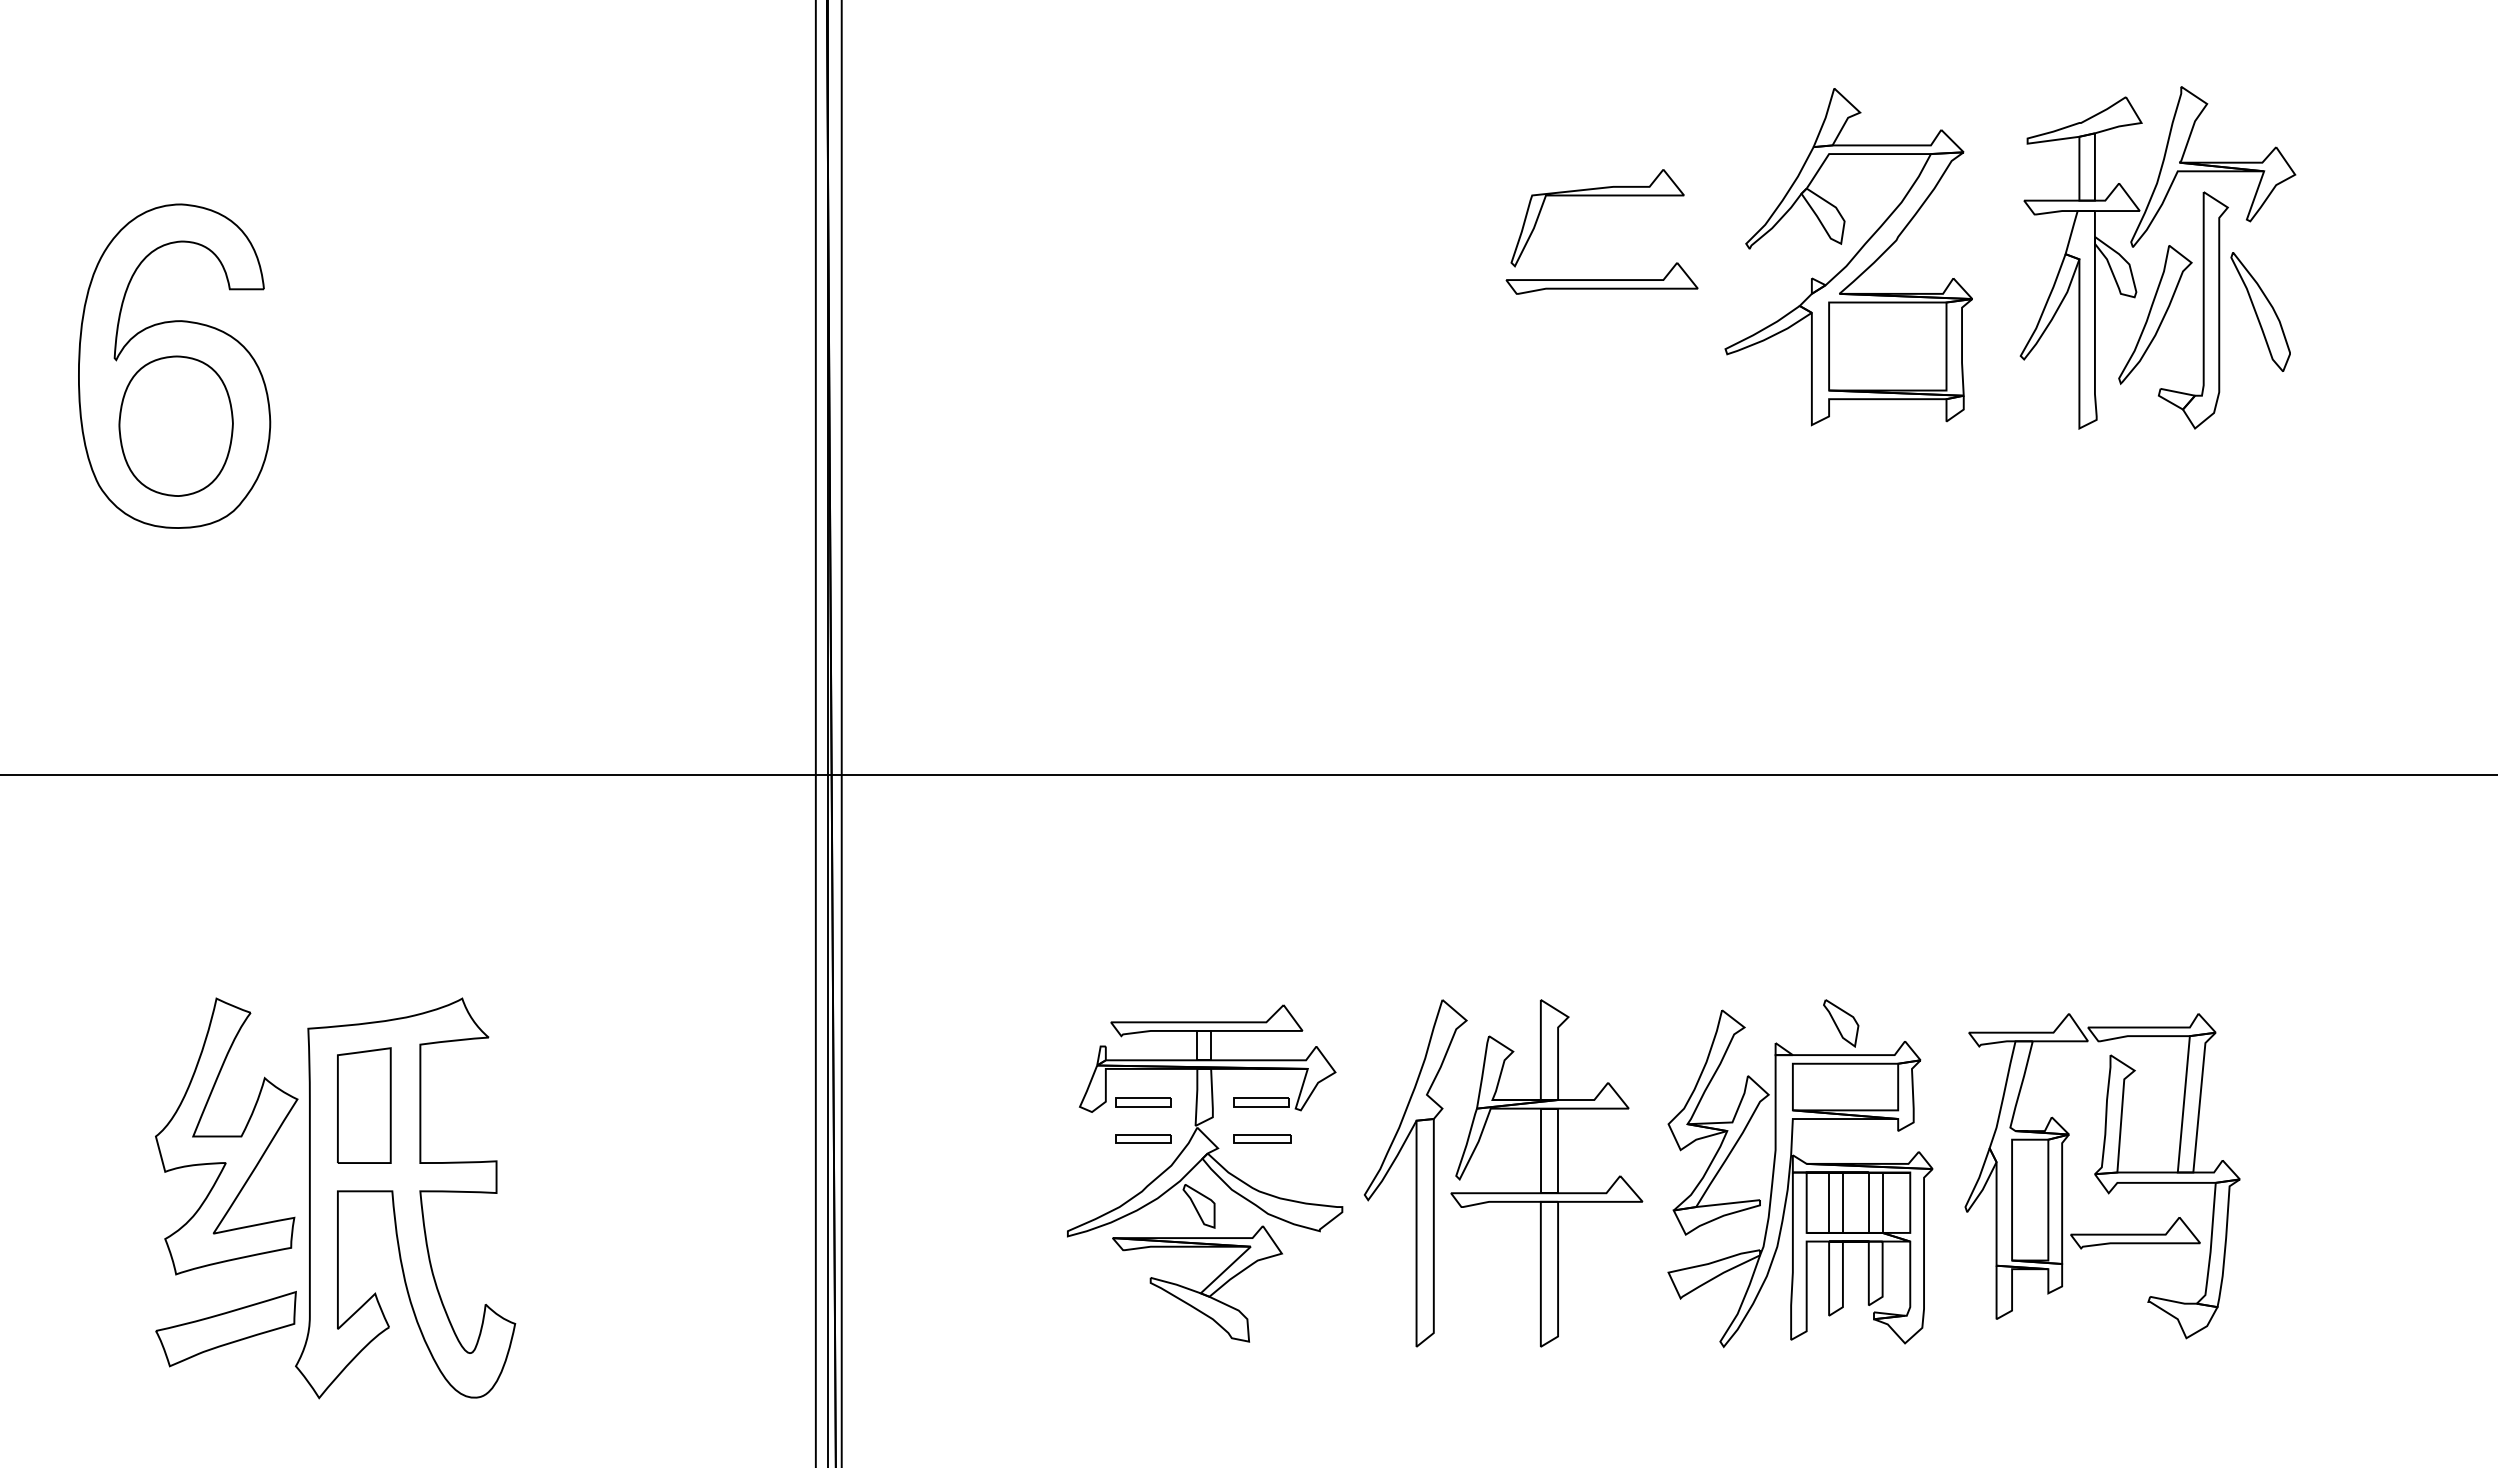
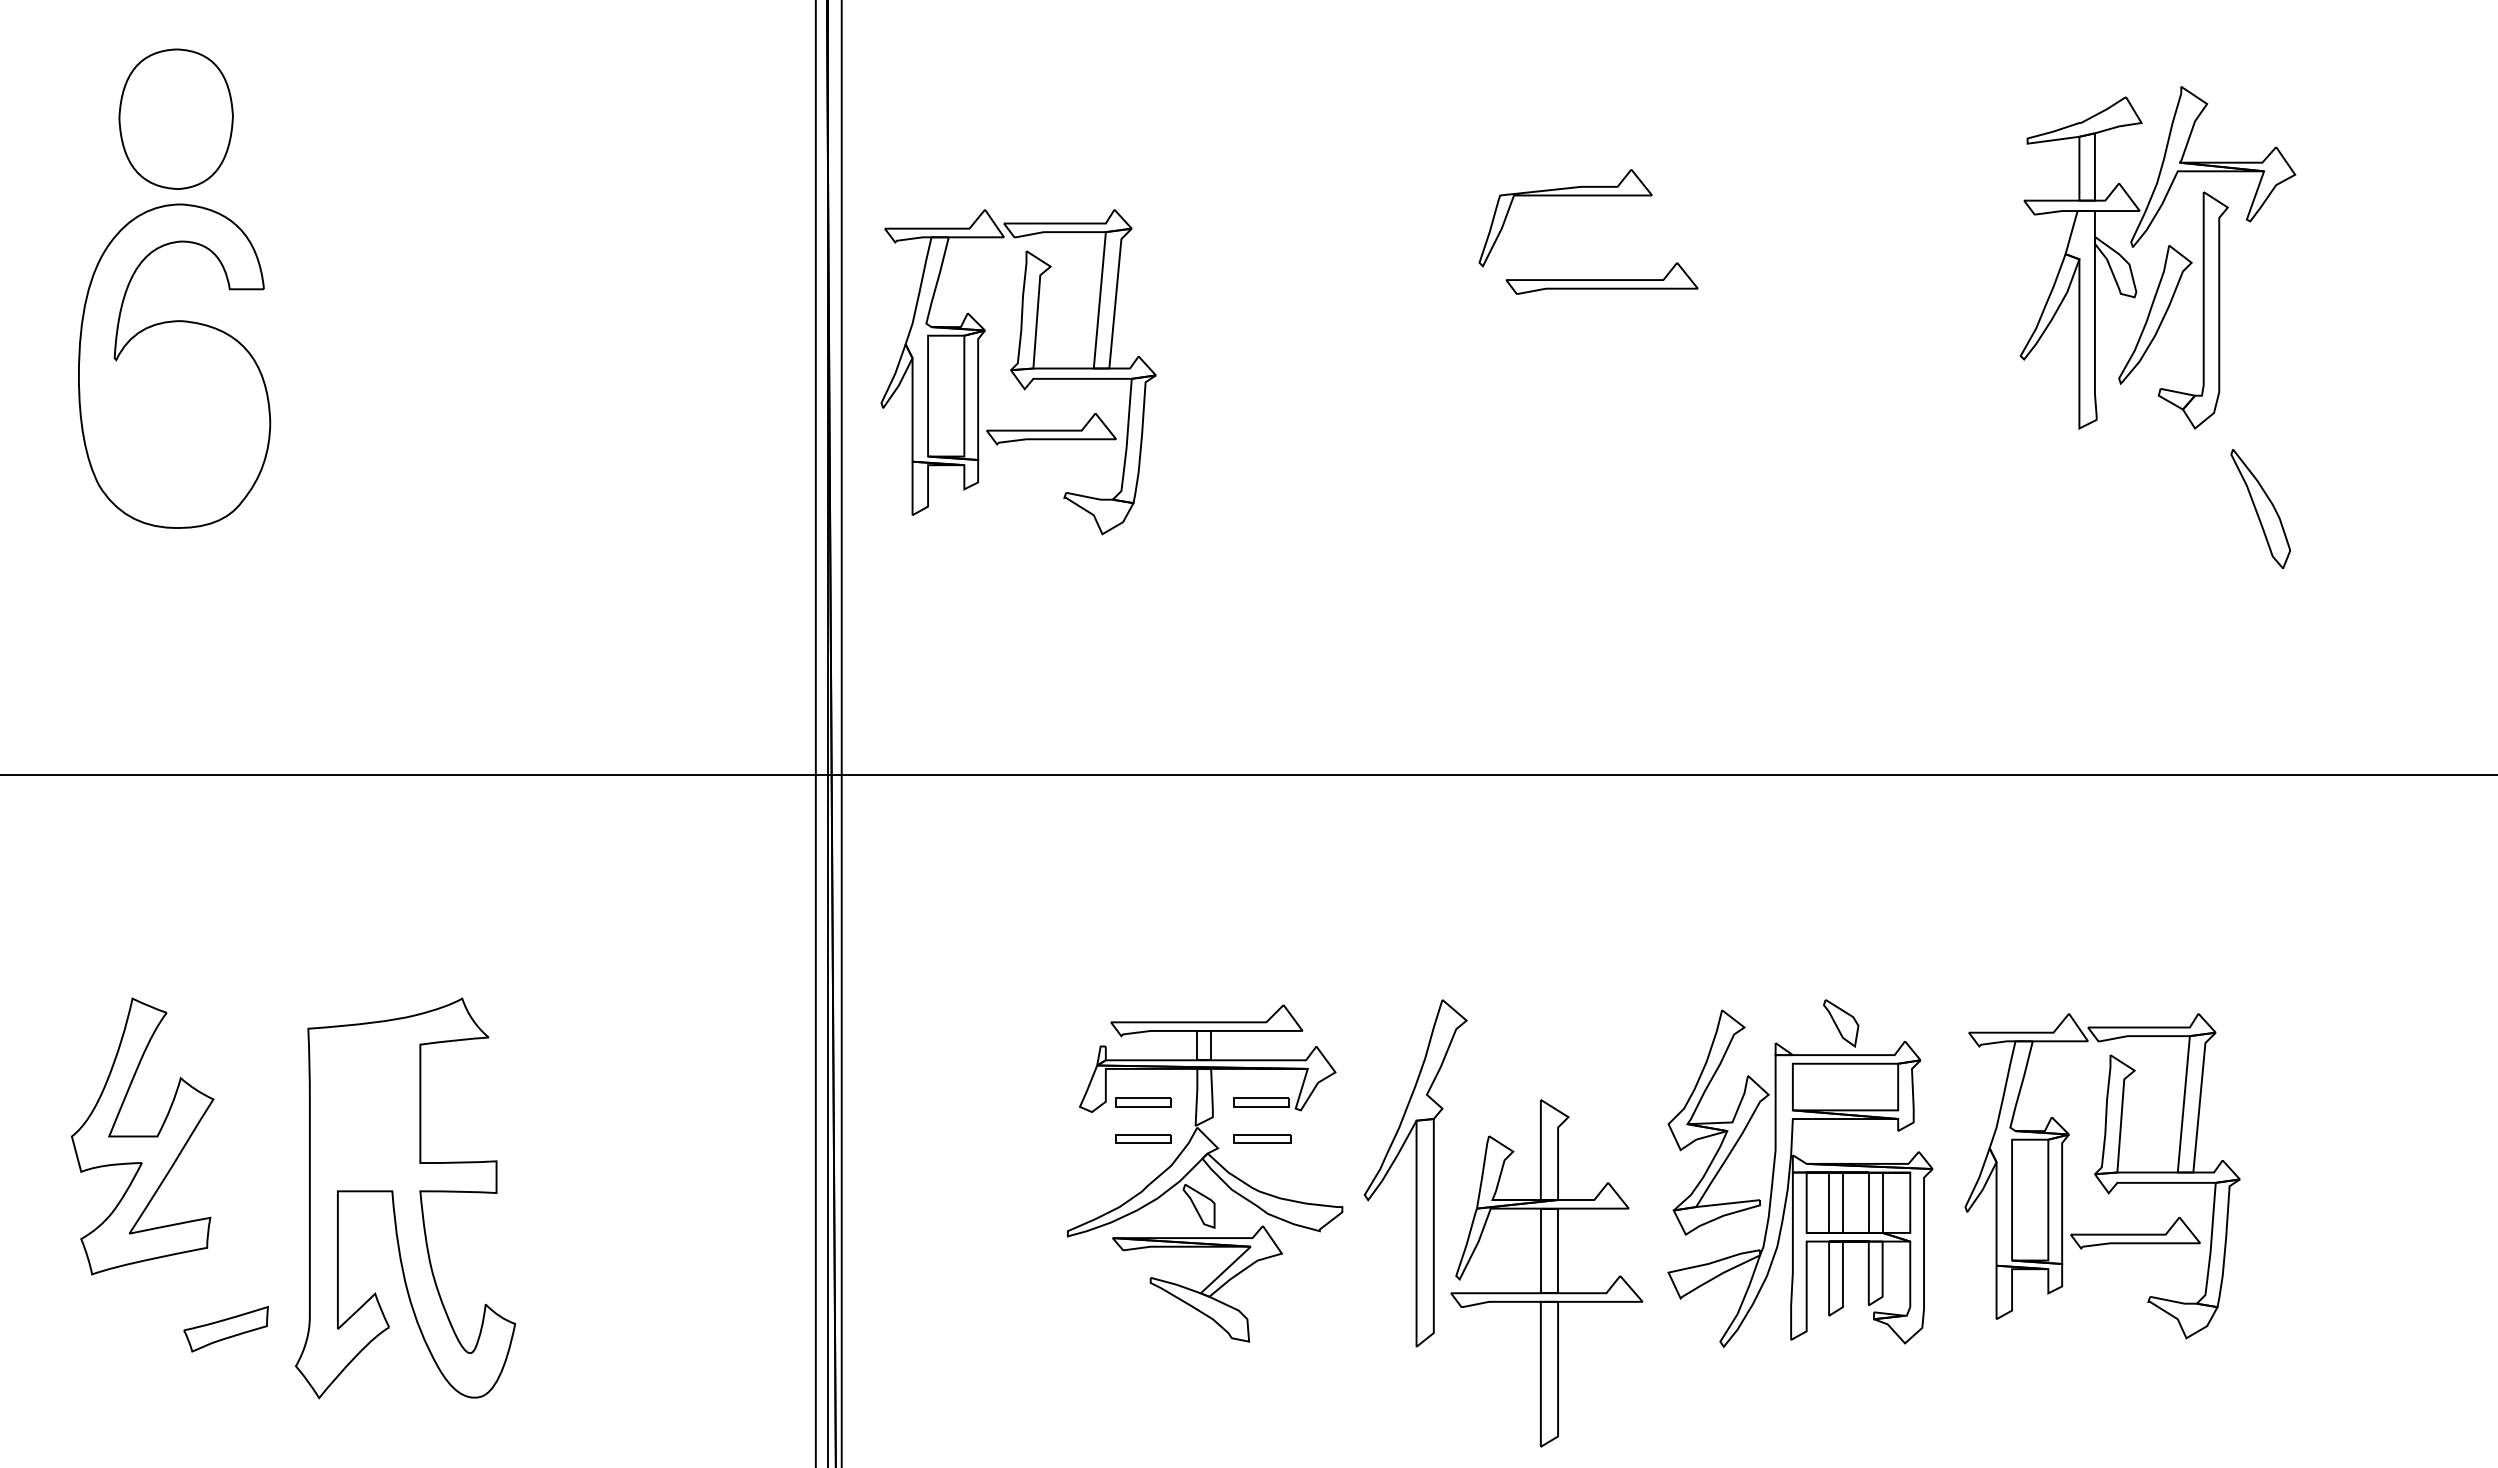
part at (1597, 196) position: (1597, 196) -> (1565, 196)
part at (1848, 257): present -> none
part at (2260, 311) position: (2260, 311) -> (2260, 508)
part at (1018, 372): none -> present
part at (175, 425) position: (175, 425) -> (175, 118)
part at (364, 1105): present -> none
part at (226, 1136) position: (226, 1136) -> (142, 1136)
part at (1546, 1173) position: (1546, 1173) -> (1546, 1273)
part at (225, 1329) size: 142x77 px -> 86x48 px
